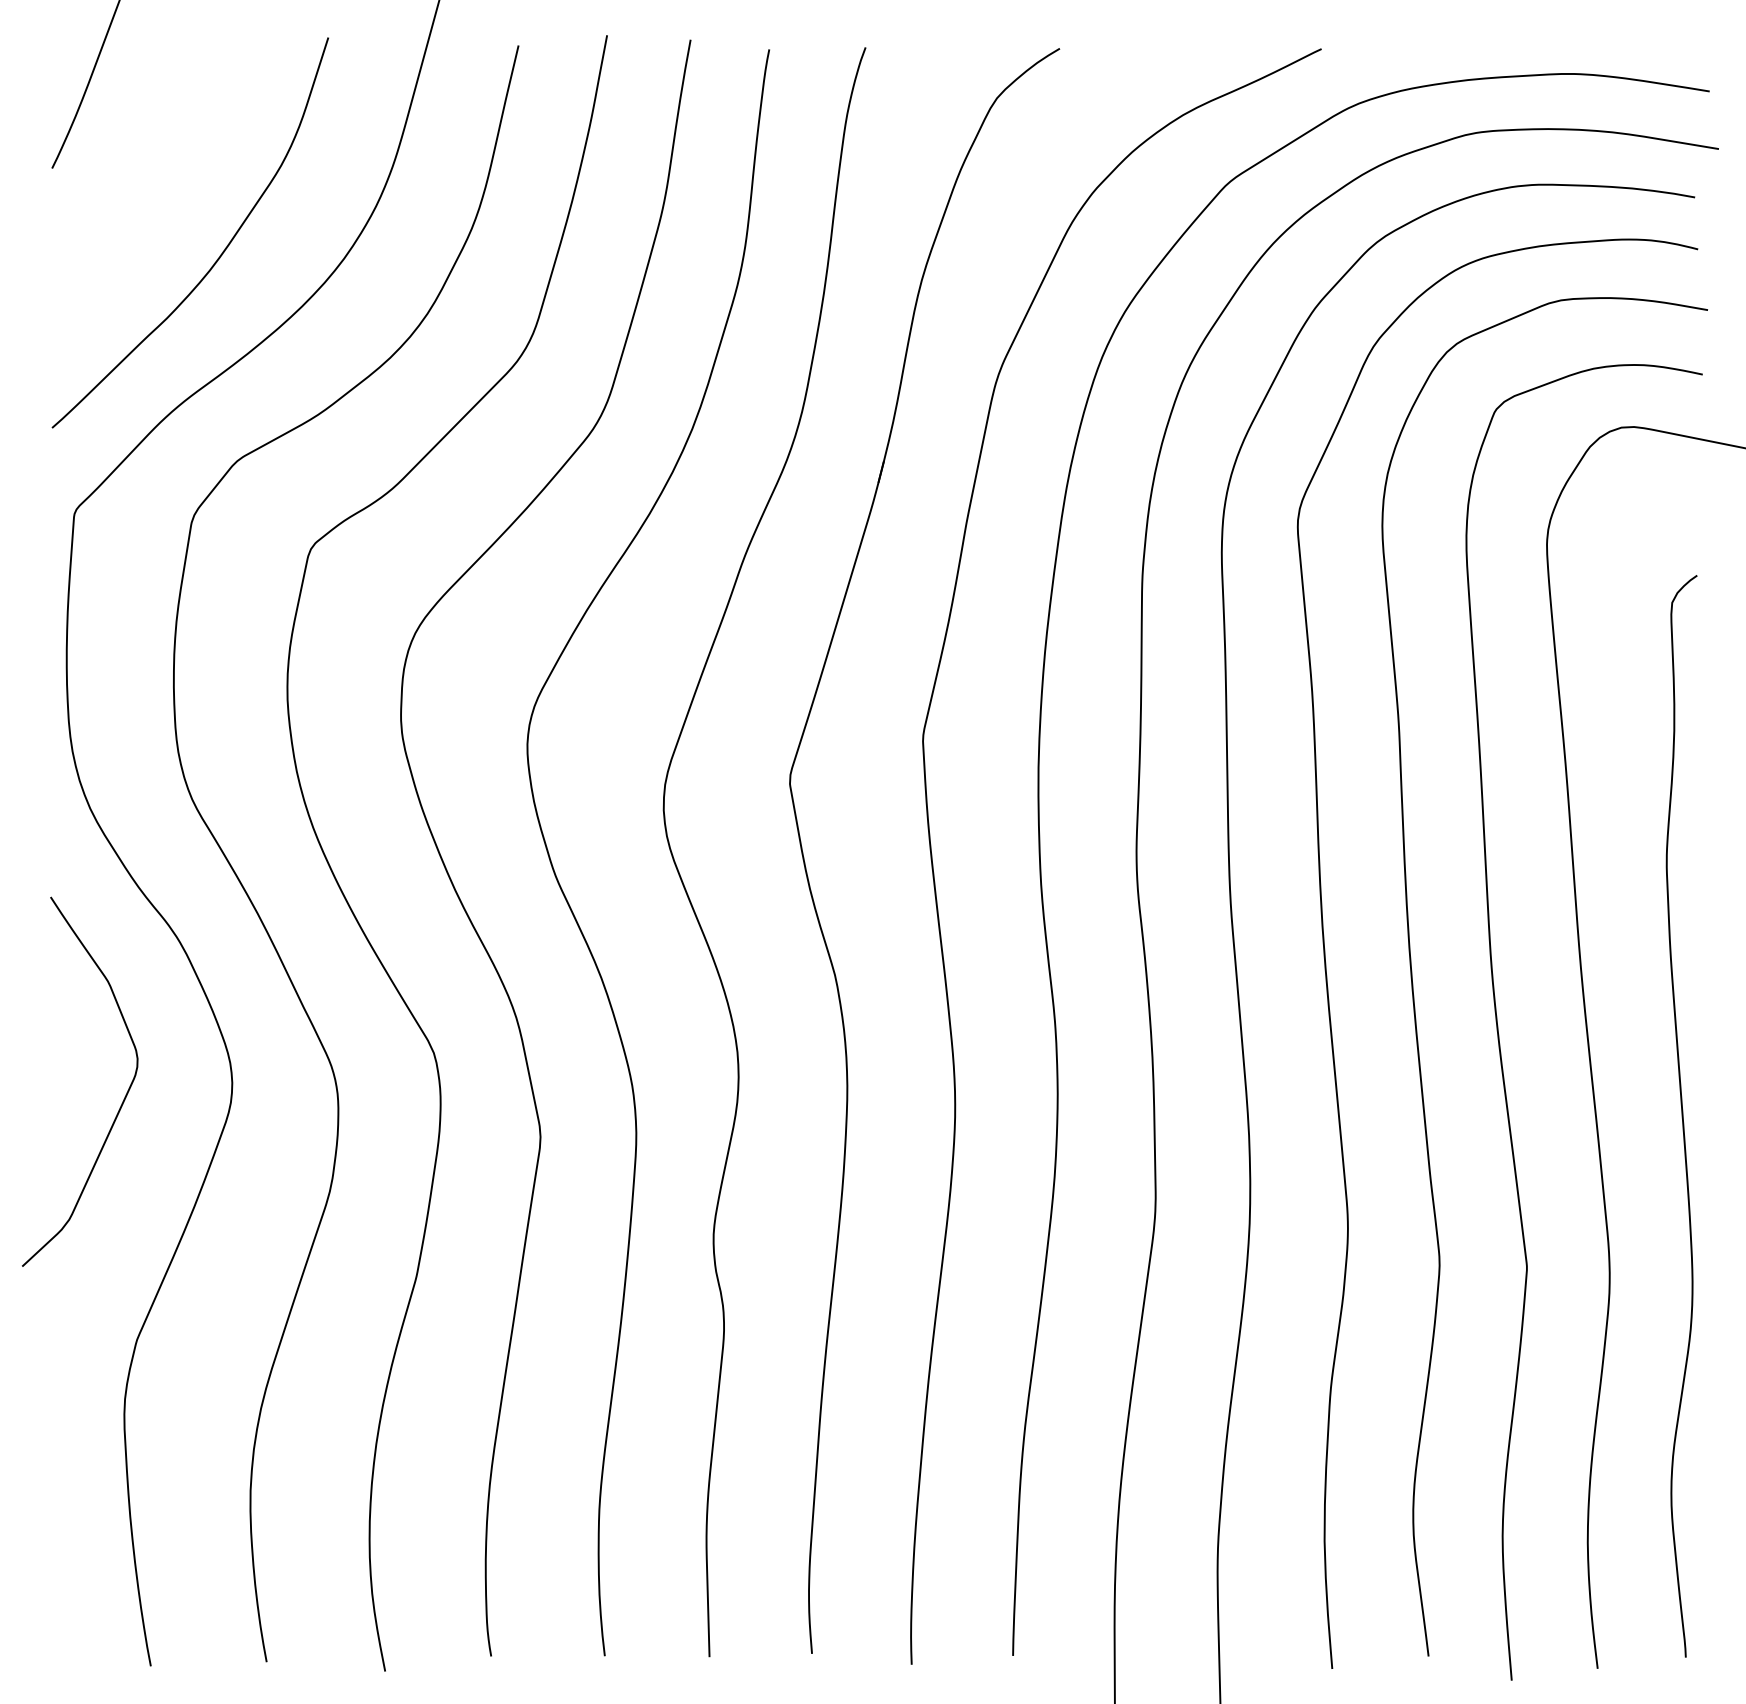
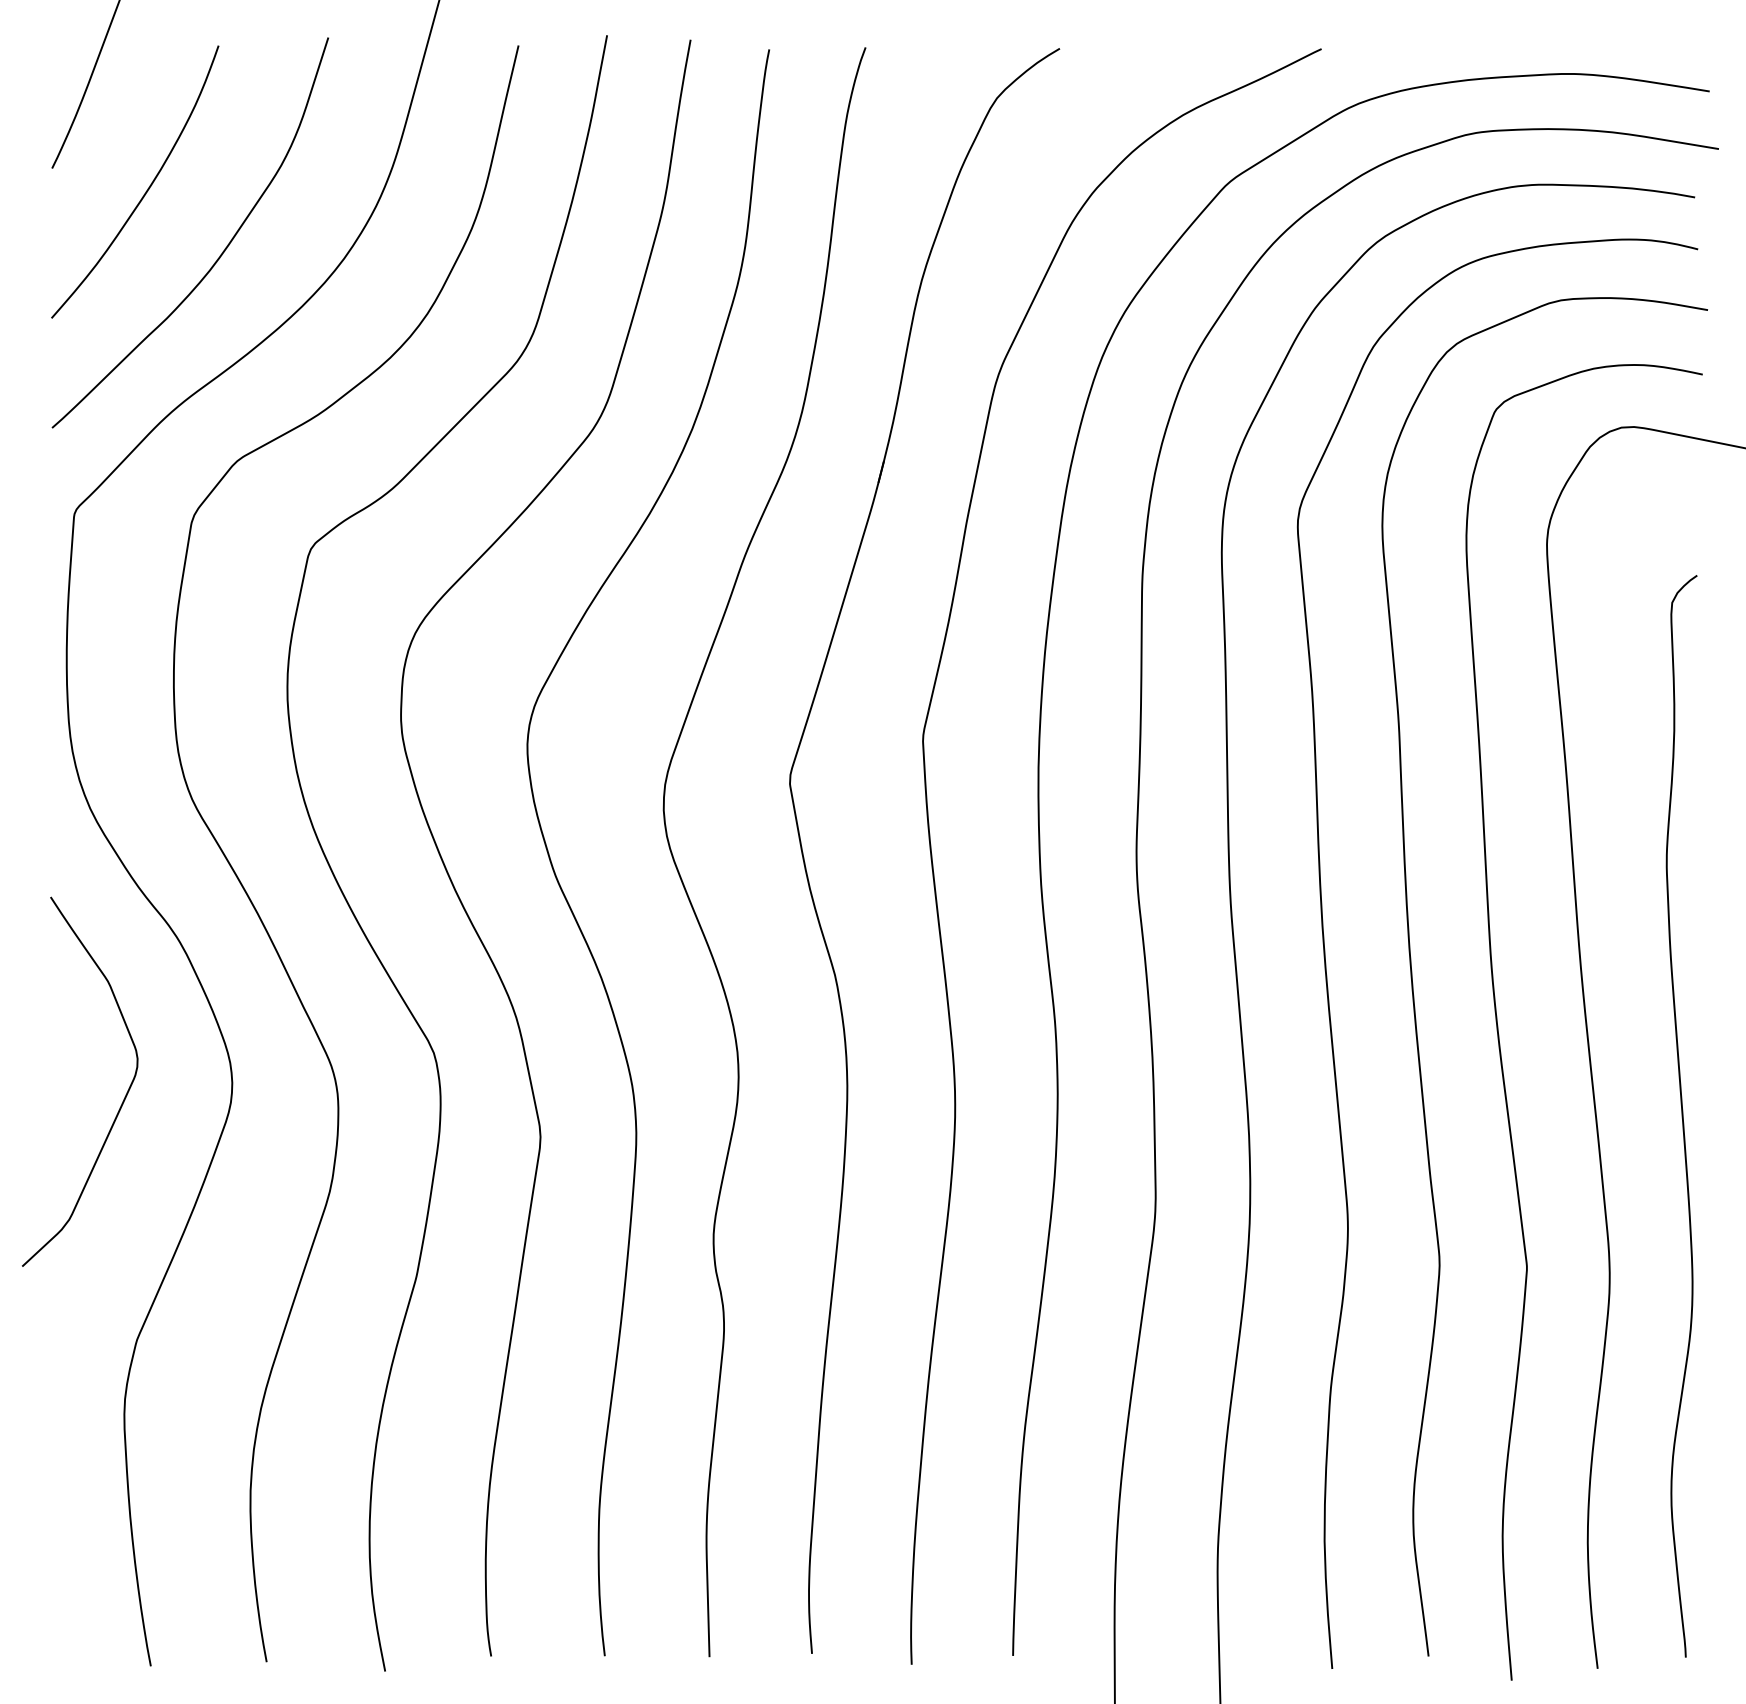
curve at (147, 188): none -> present
